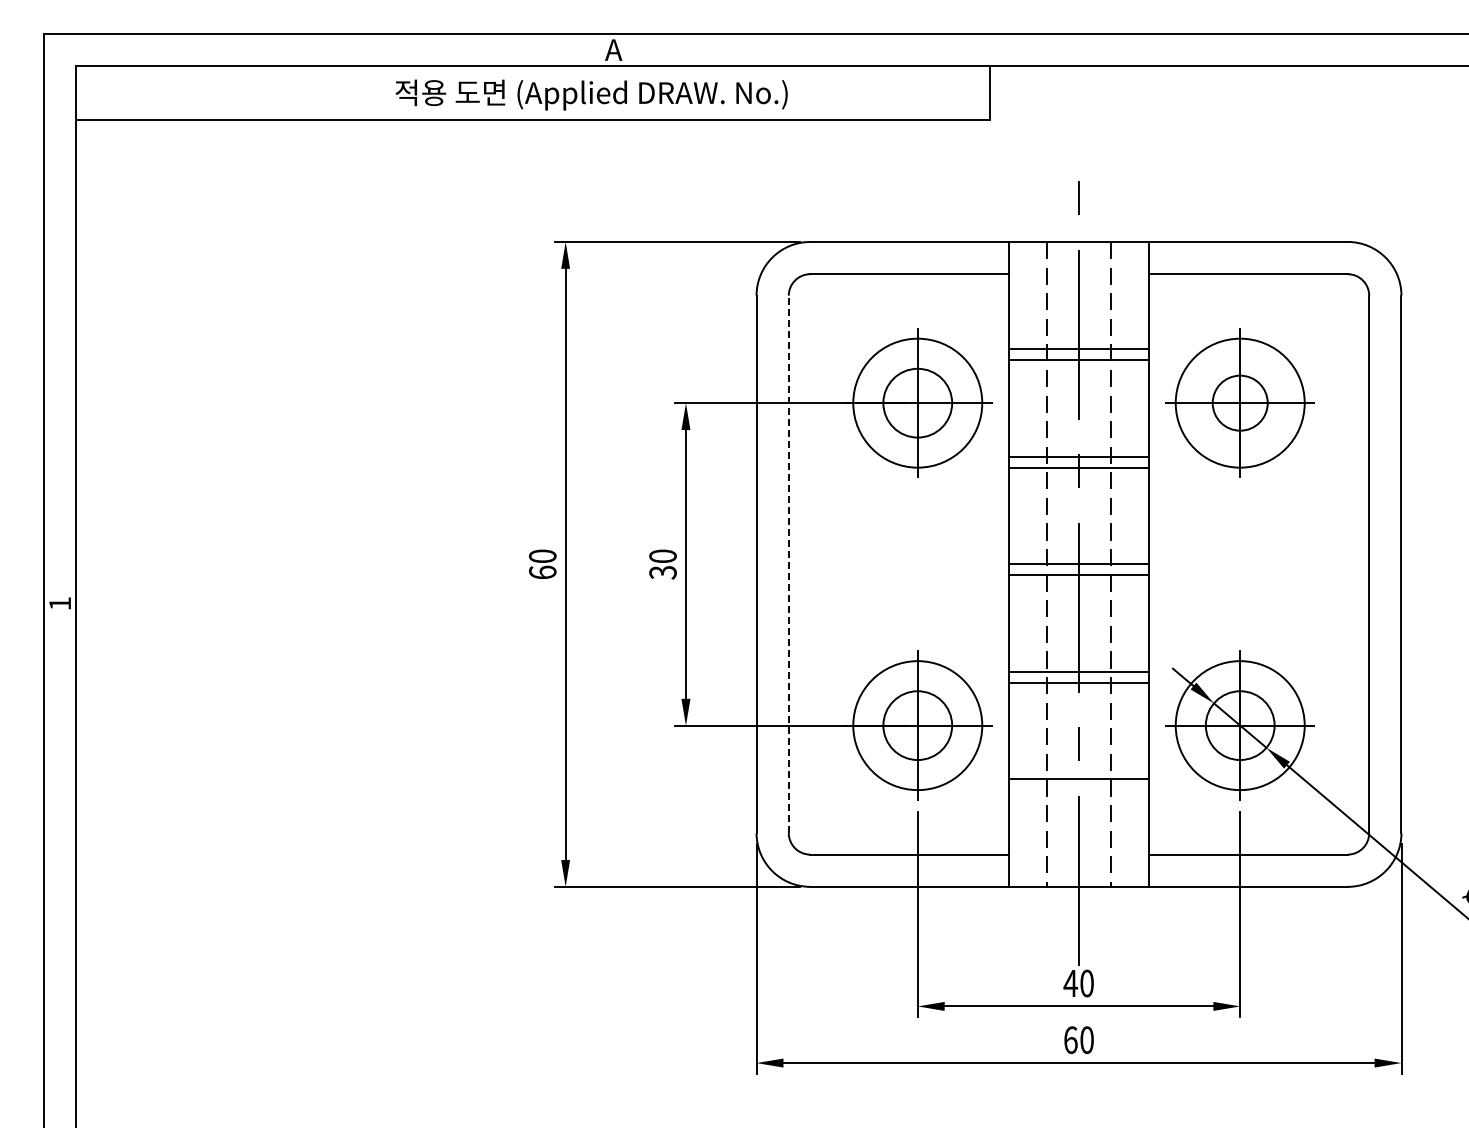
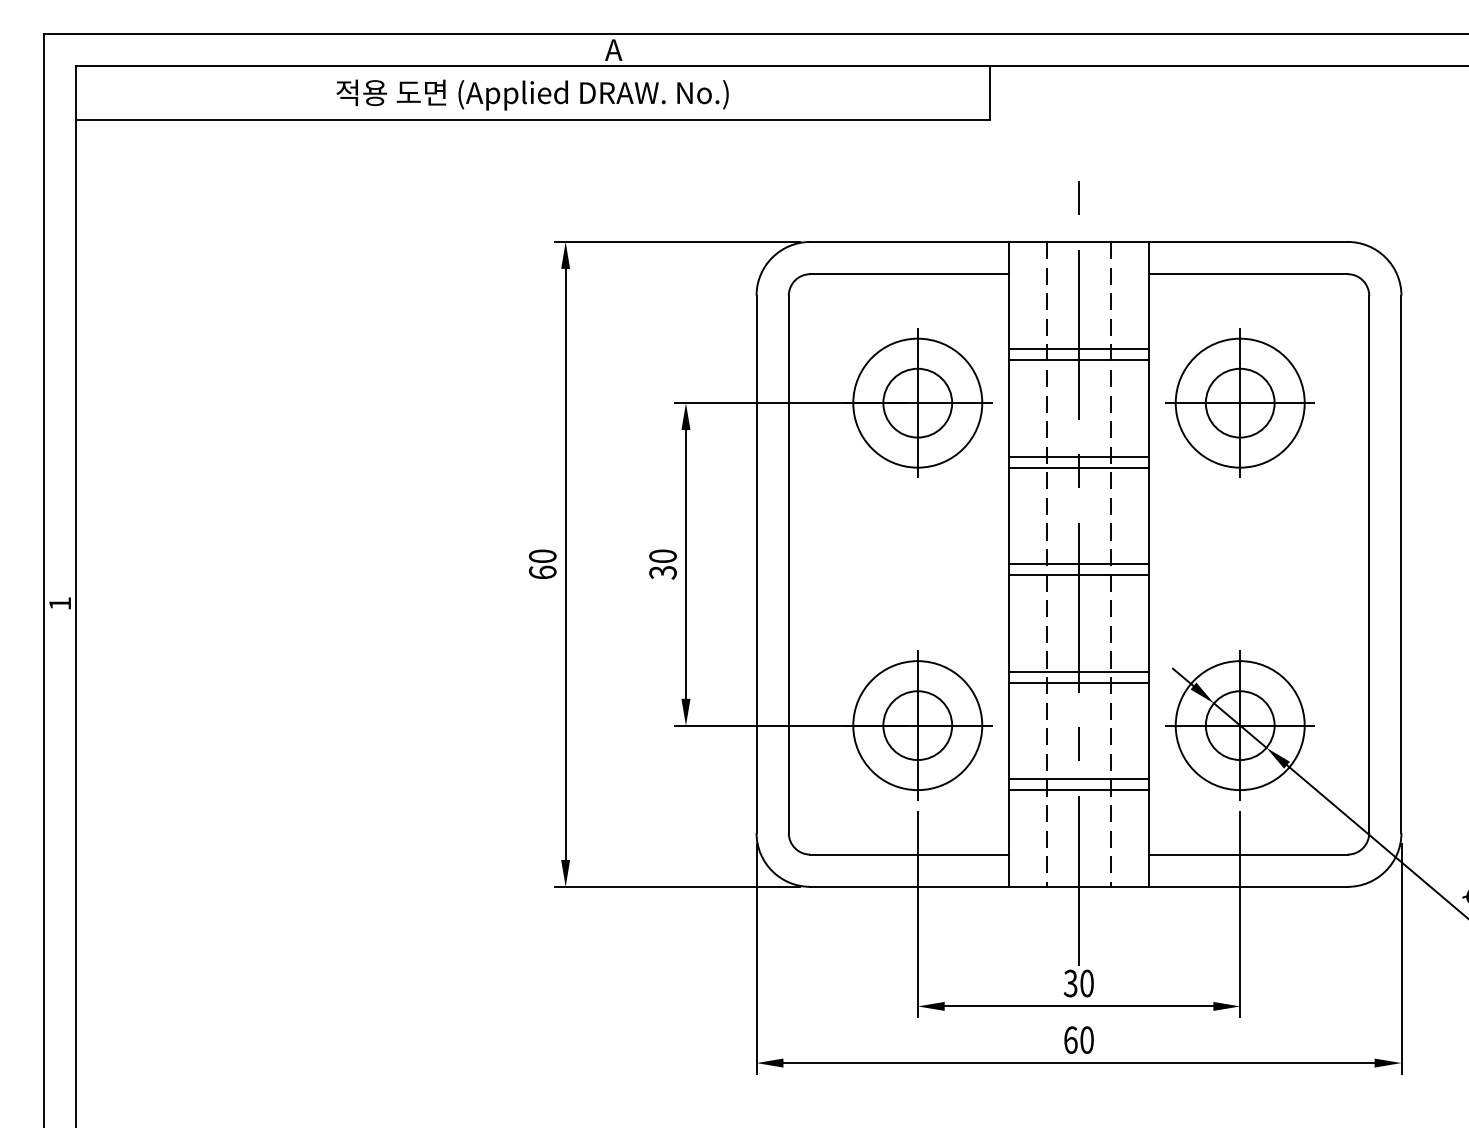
text at (591, 94) position: (591, 94) -> (532, 94)
circle at (1239, 402) diameter: 55 px -> 69 px
line at (788, 564): dashed -> solid
line at (1078, 790): none -> present
text at (1070, 983): 40 -> 30
